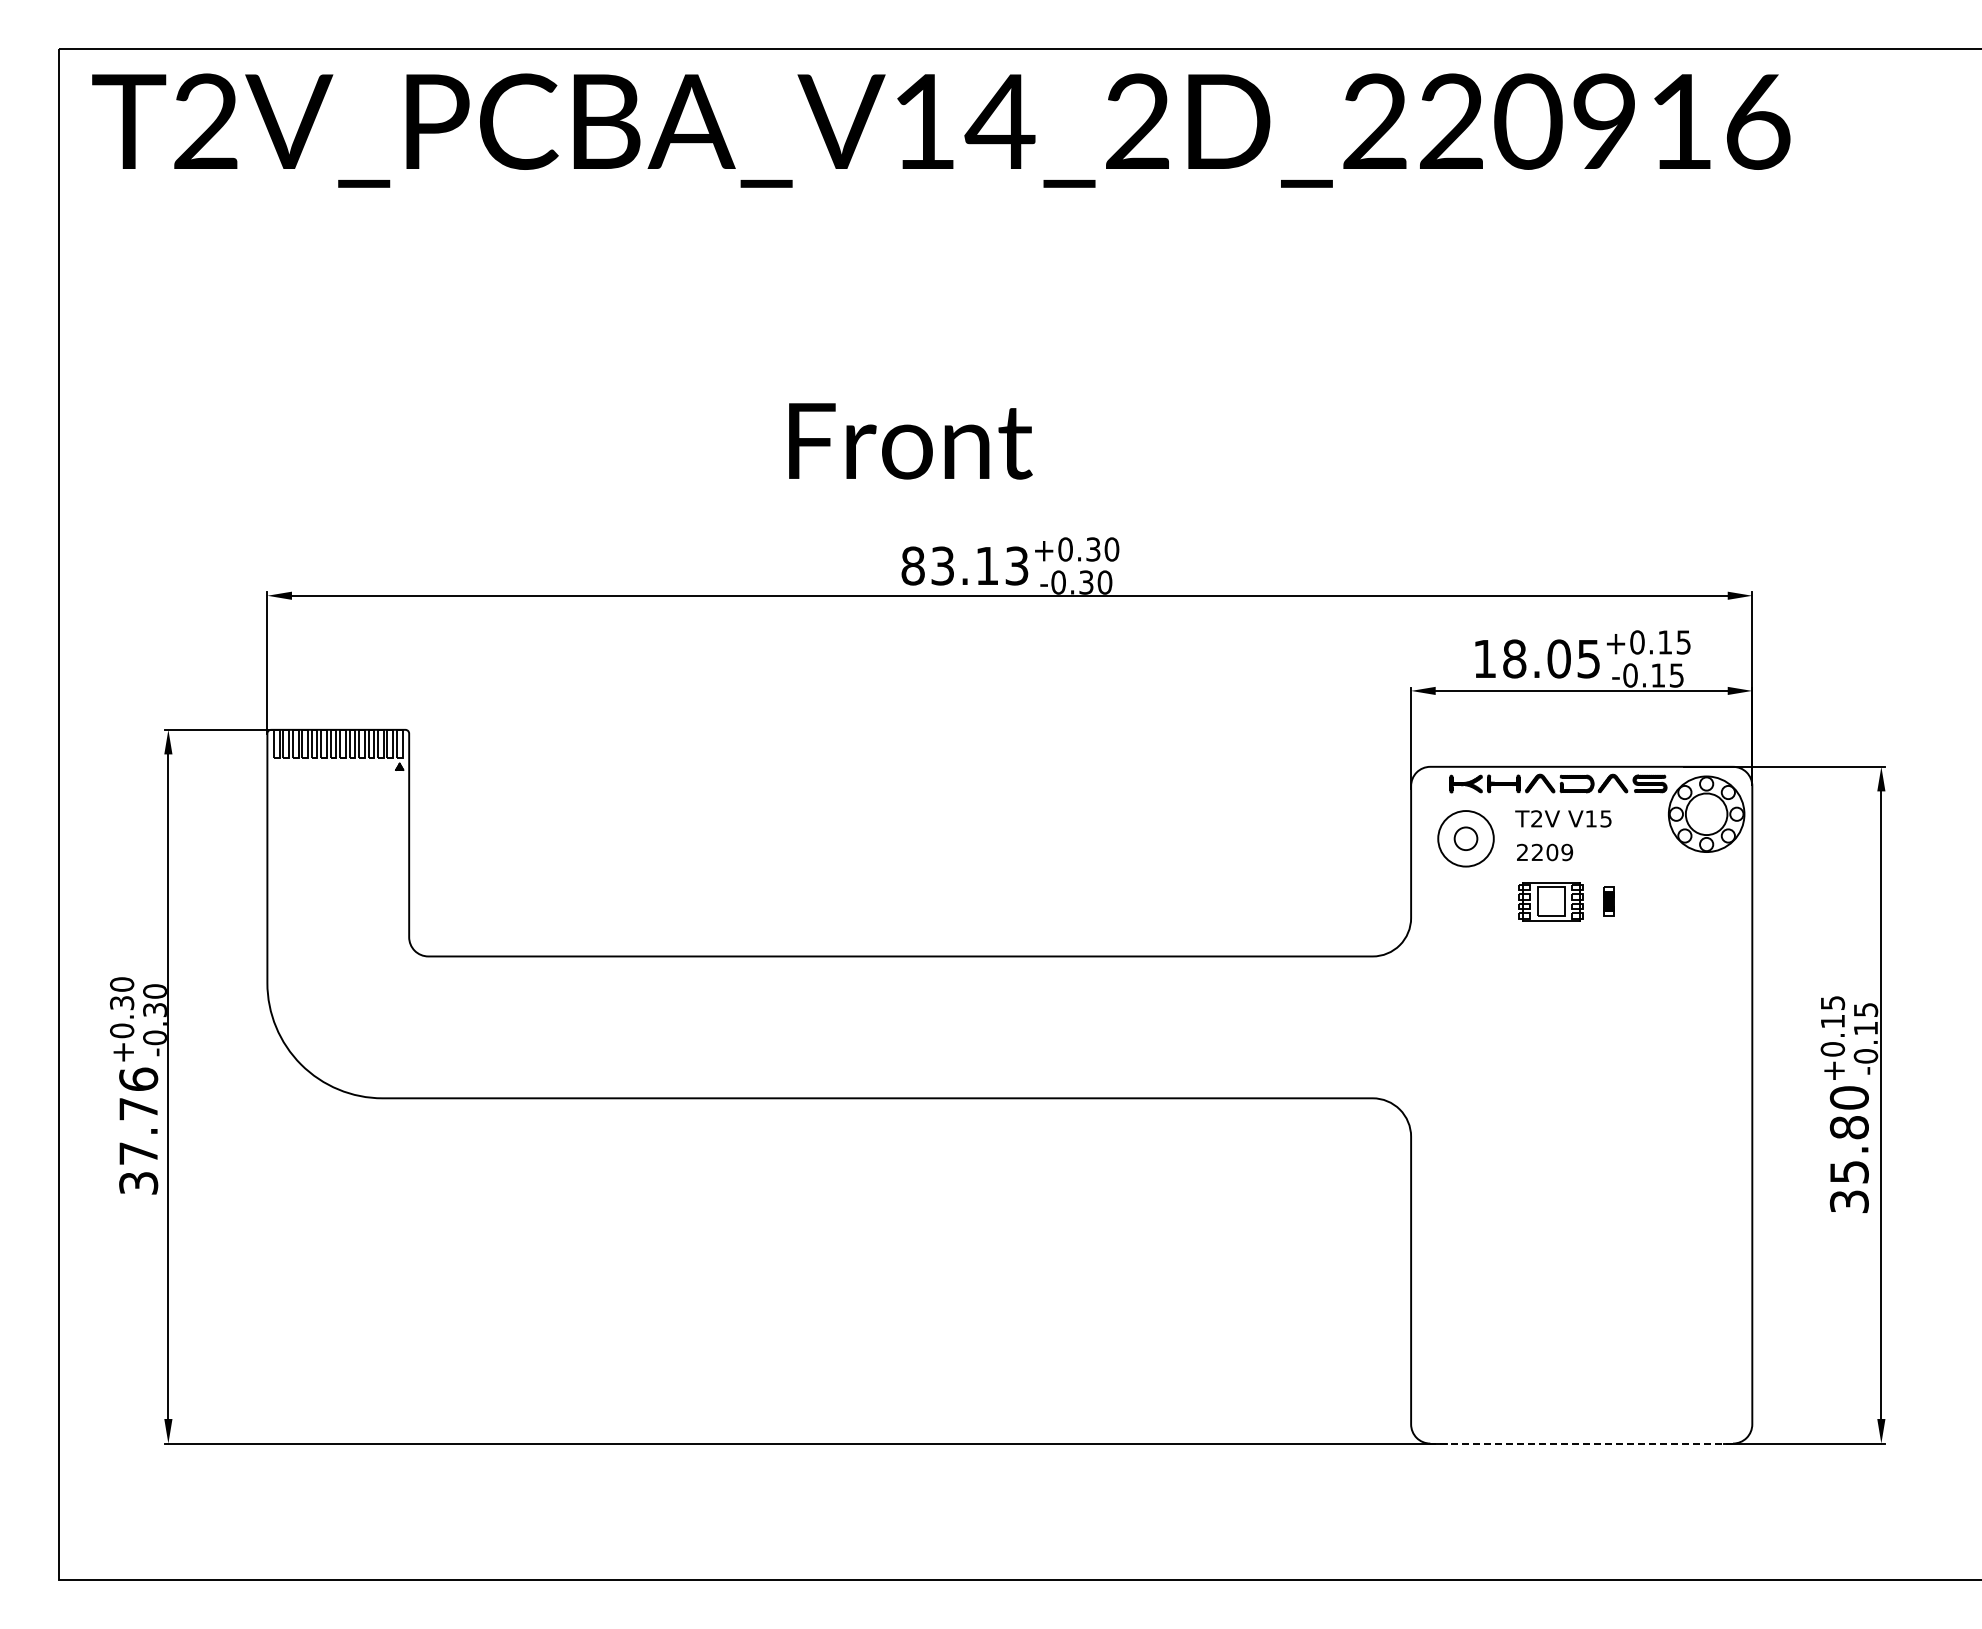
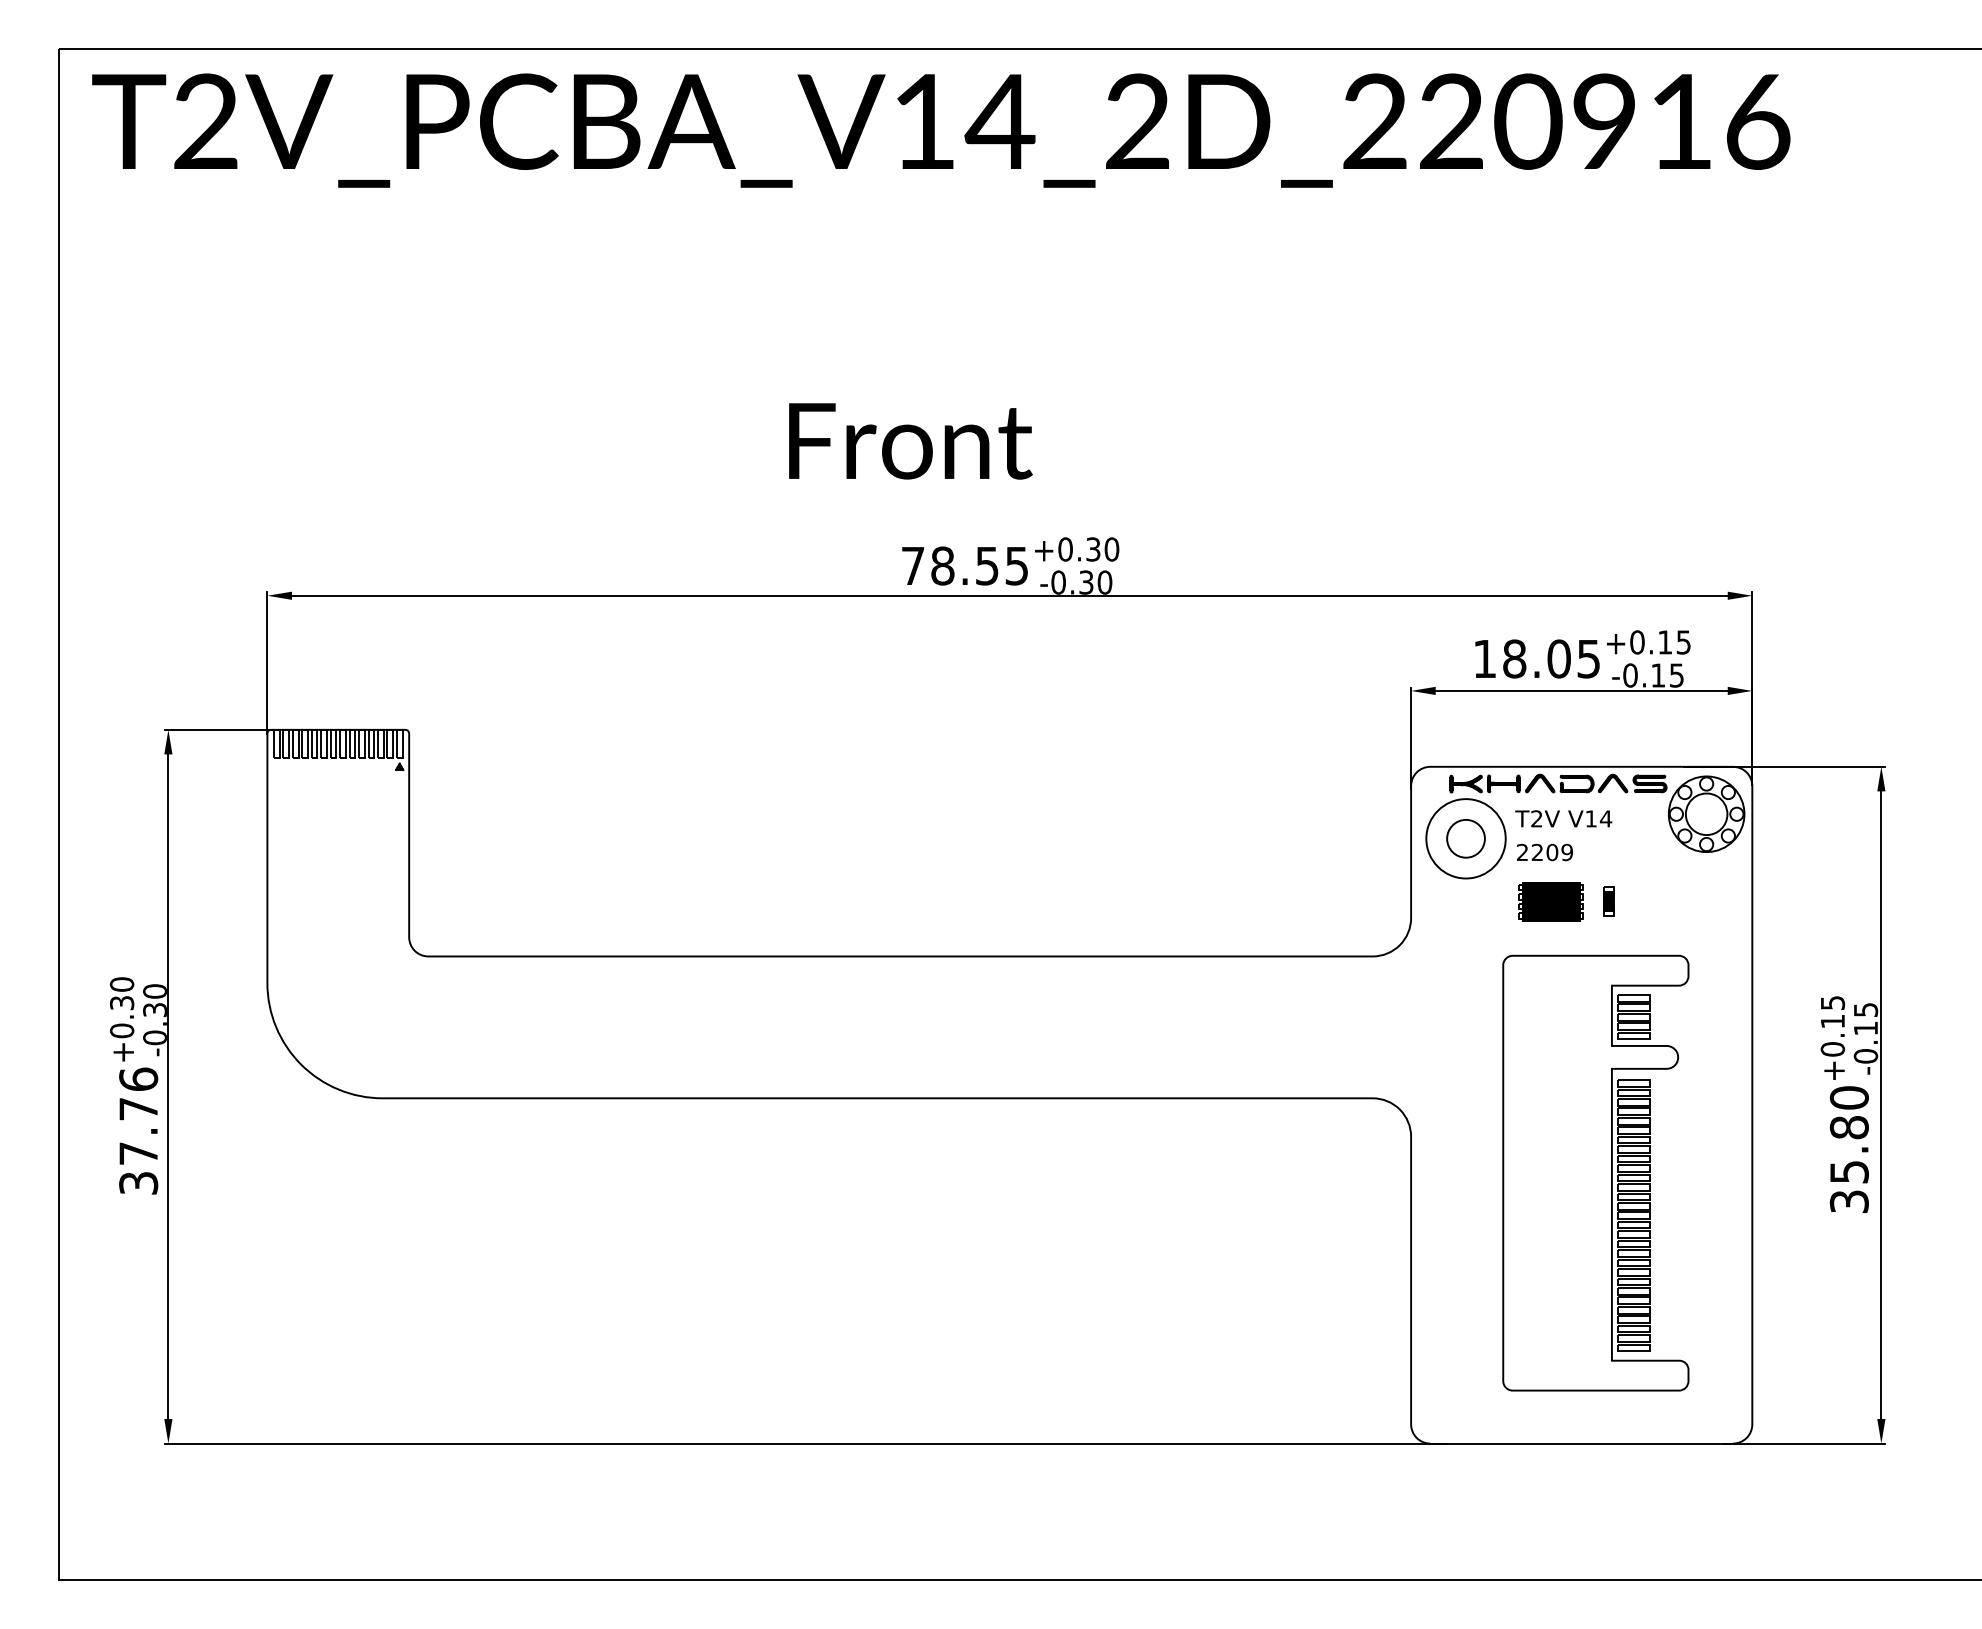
text at (964, 565): 83.13 -> 78.55
text at (1605, 818): V15 -> V14
circle at (1465, 838) diameter: 23 px -> 38 px
circle at (1465, 838) diameter: 56 px -> 79 px
hatch at (1550, 901): none -> present
part at (1595, 1172): none -> present
line at (1581, 1443): dashed -> solid
